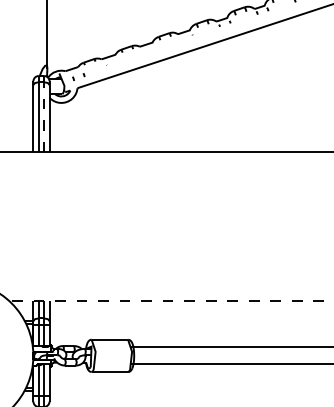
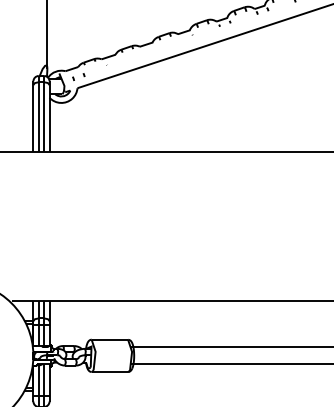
line at (44, 116): dashed -> solid
line at (173, 300): dashed -> solid
